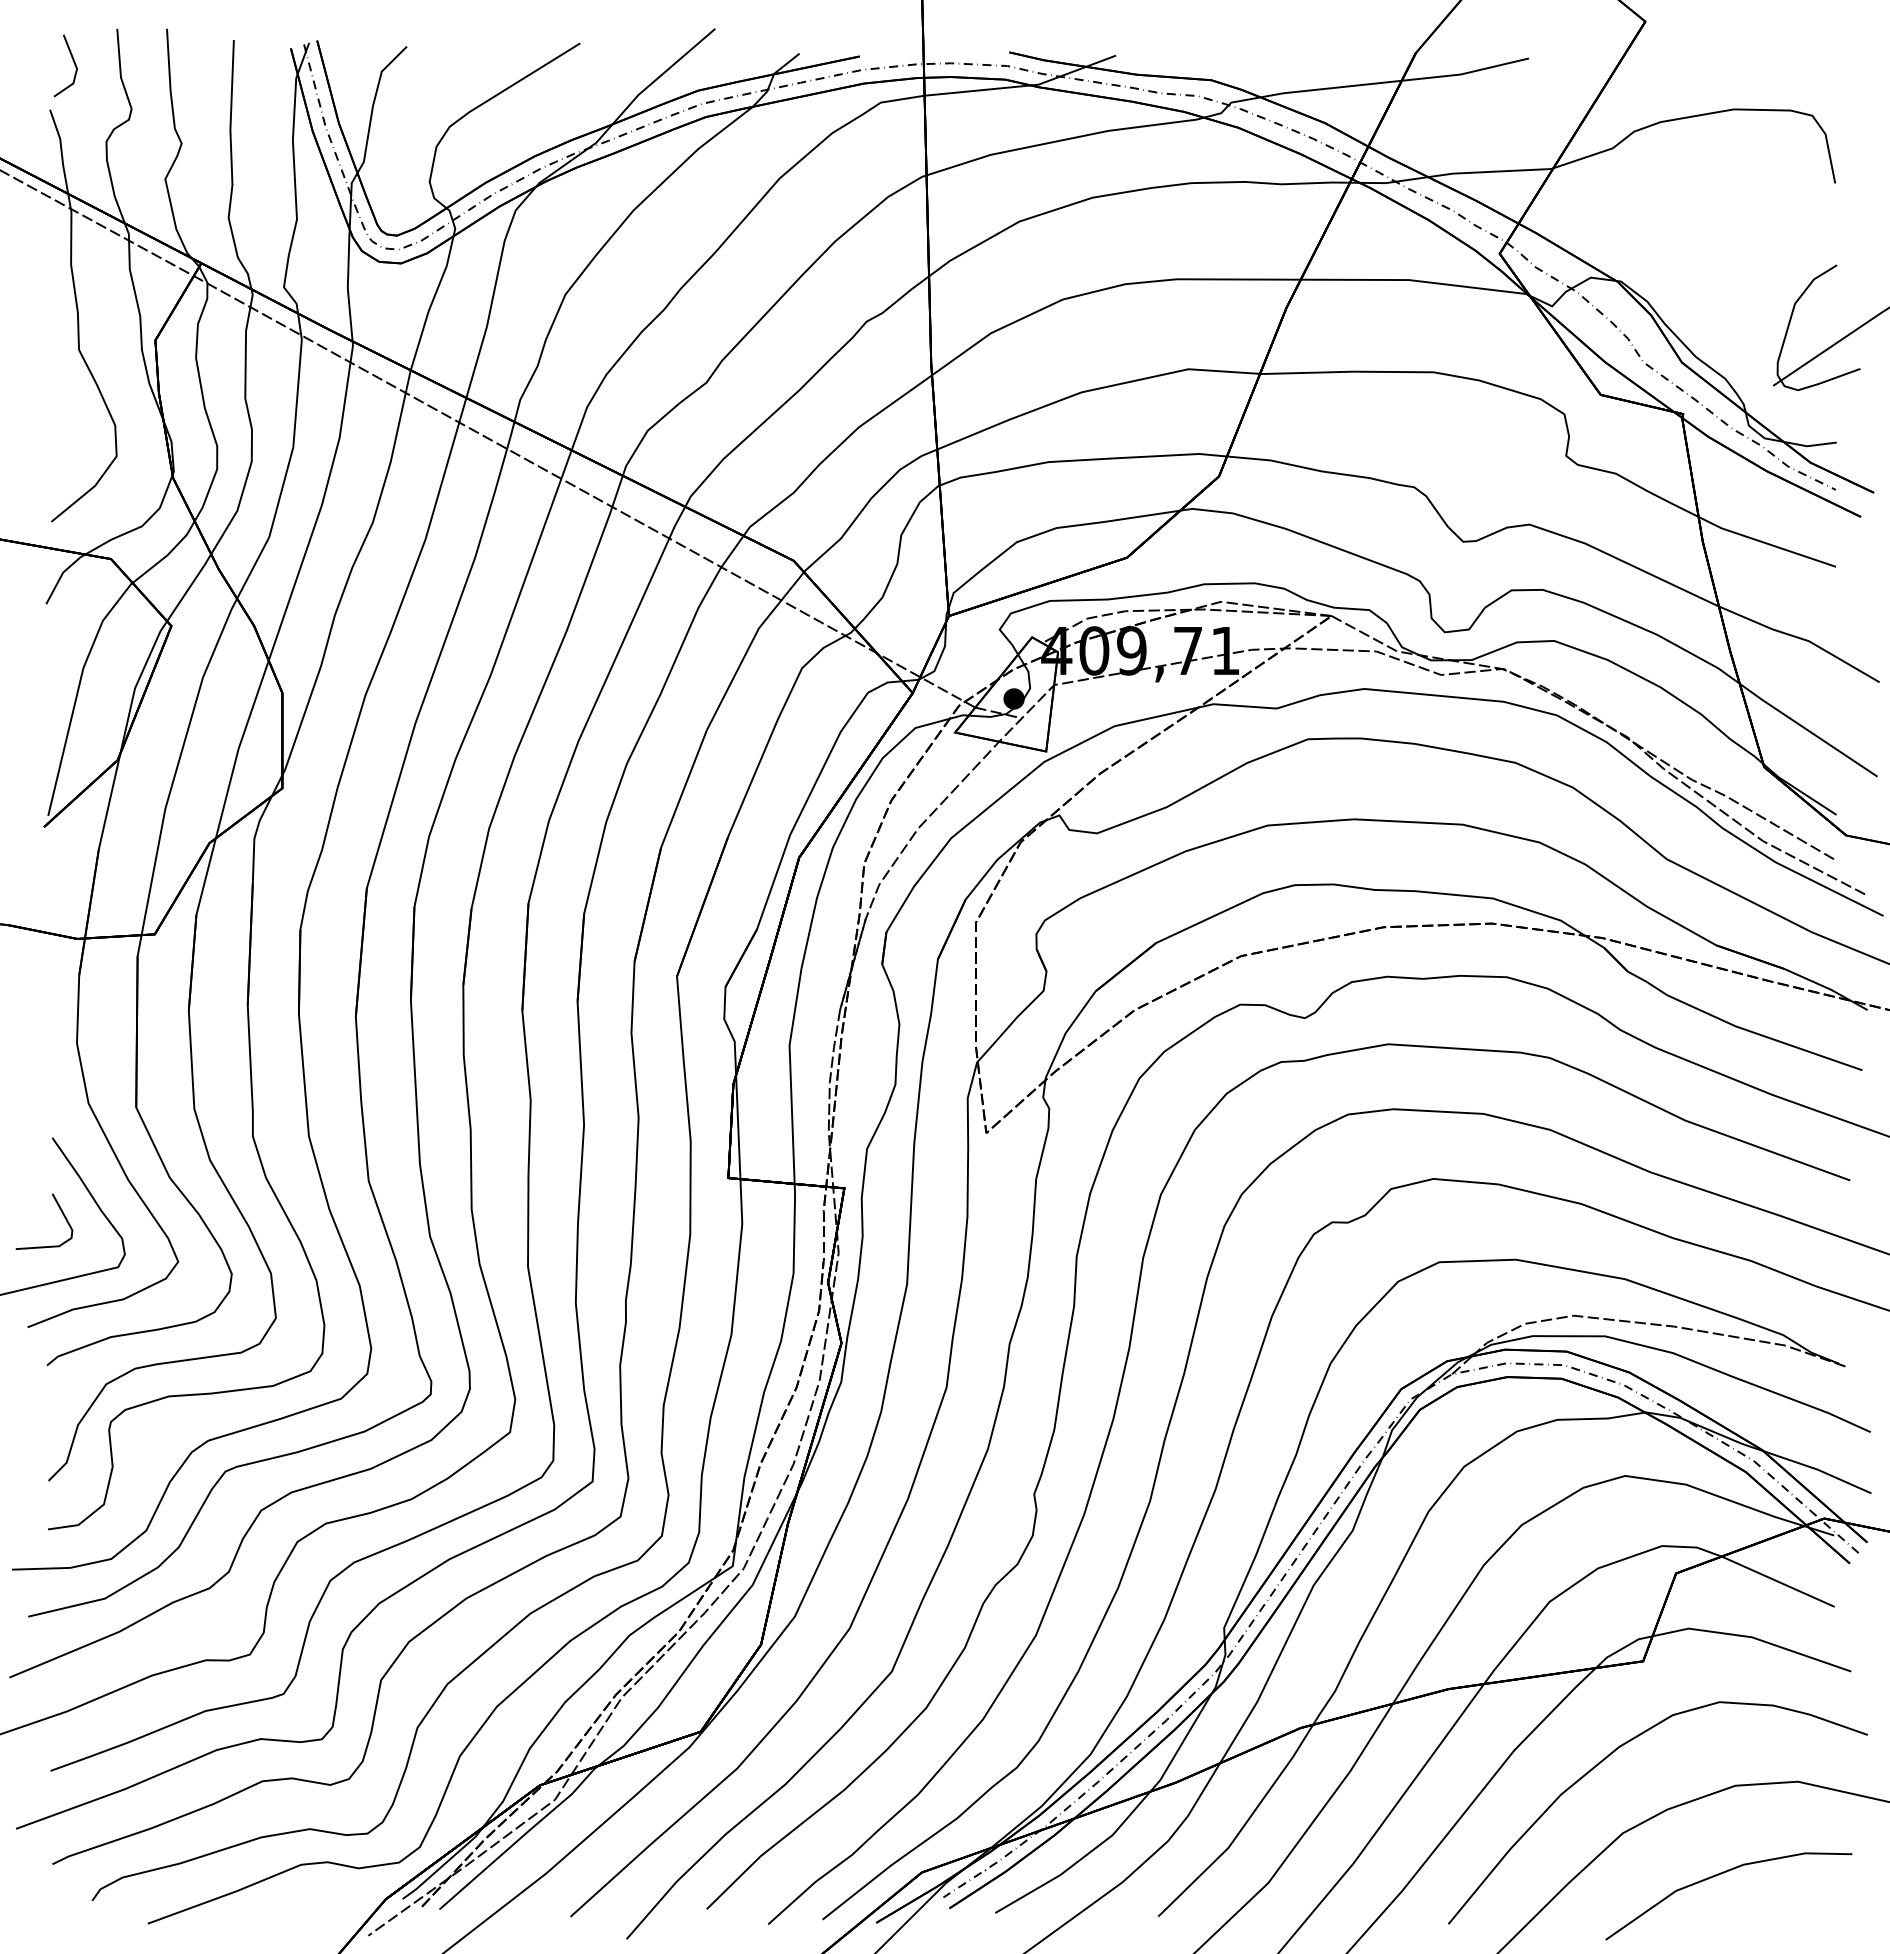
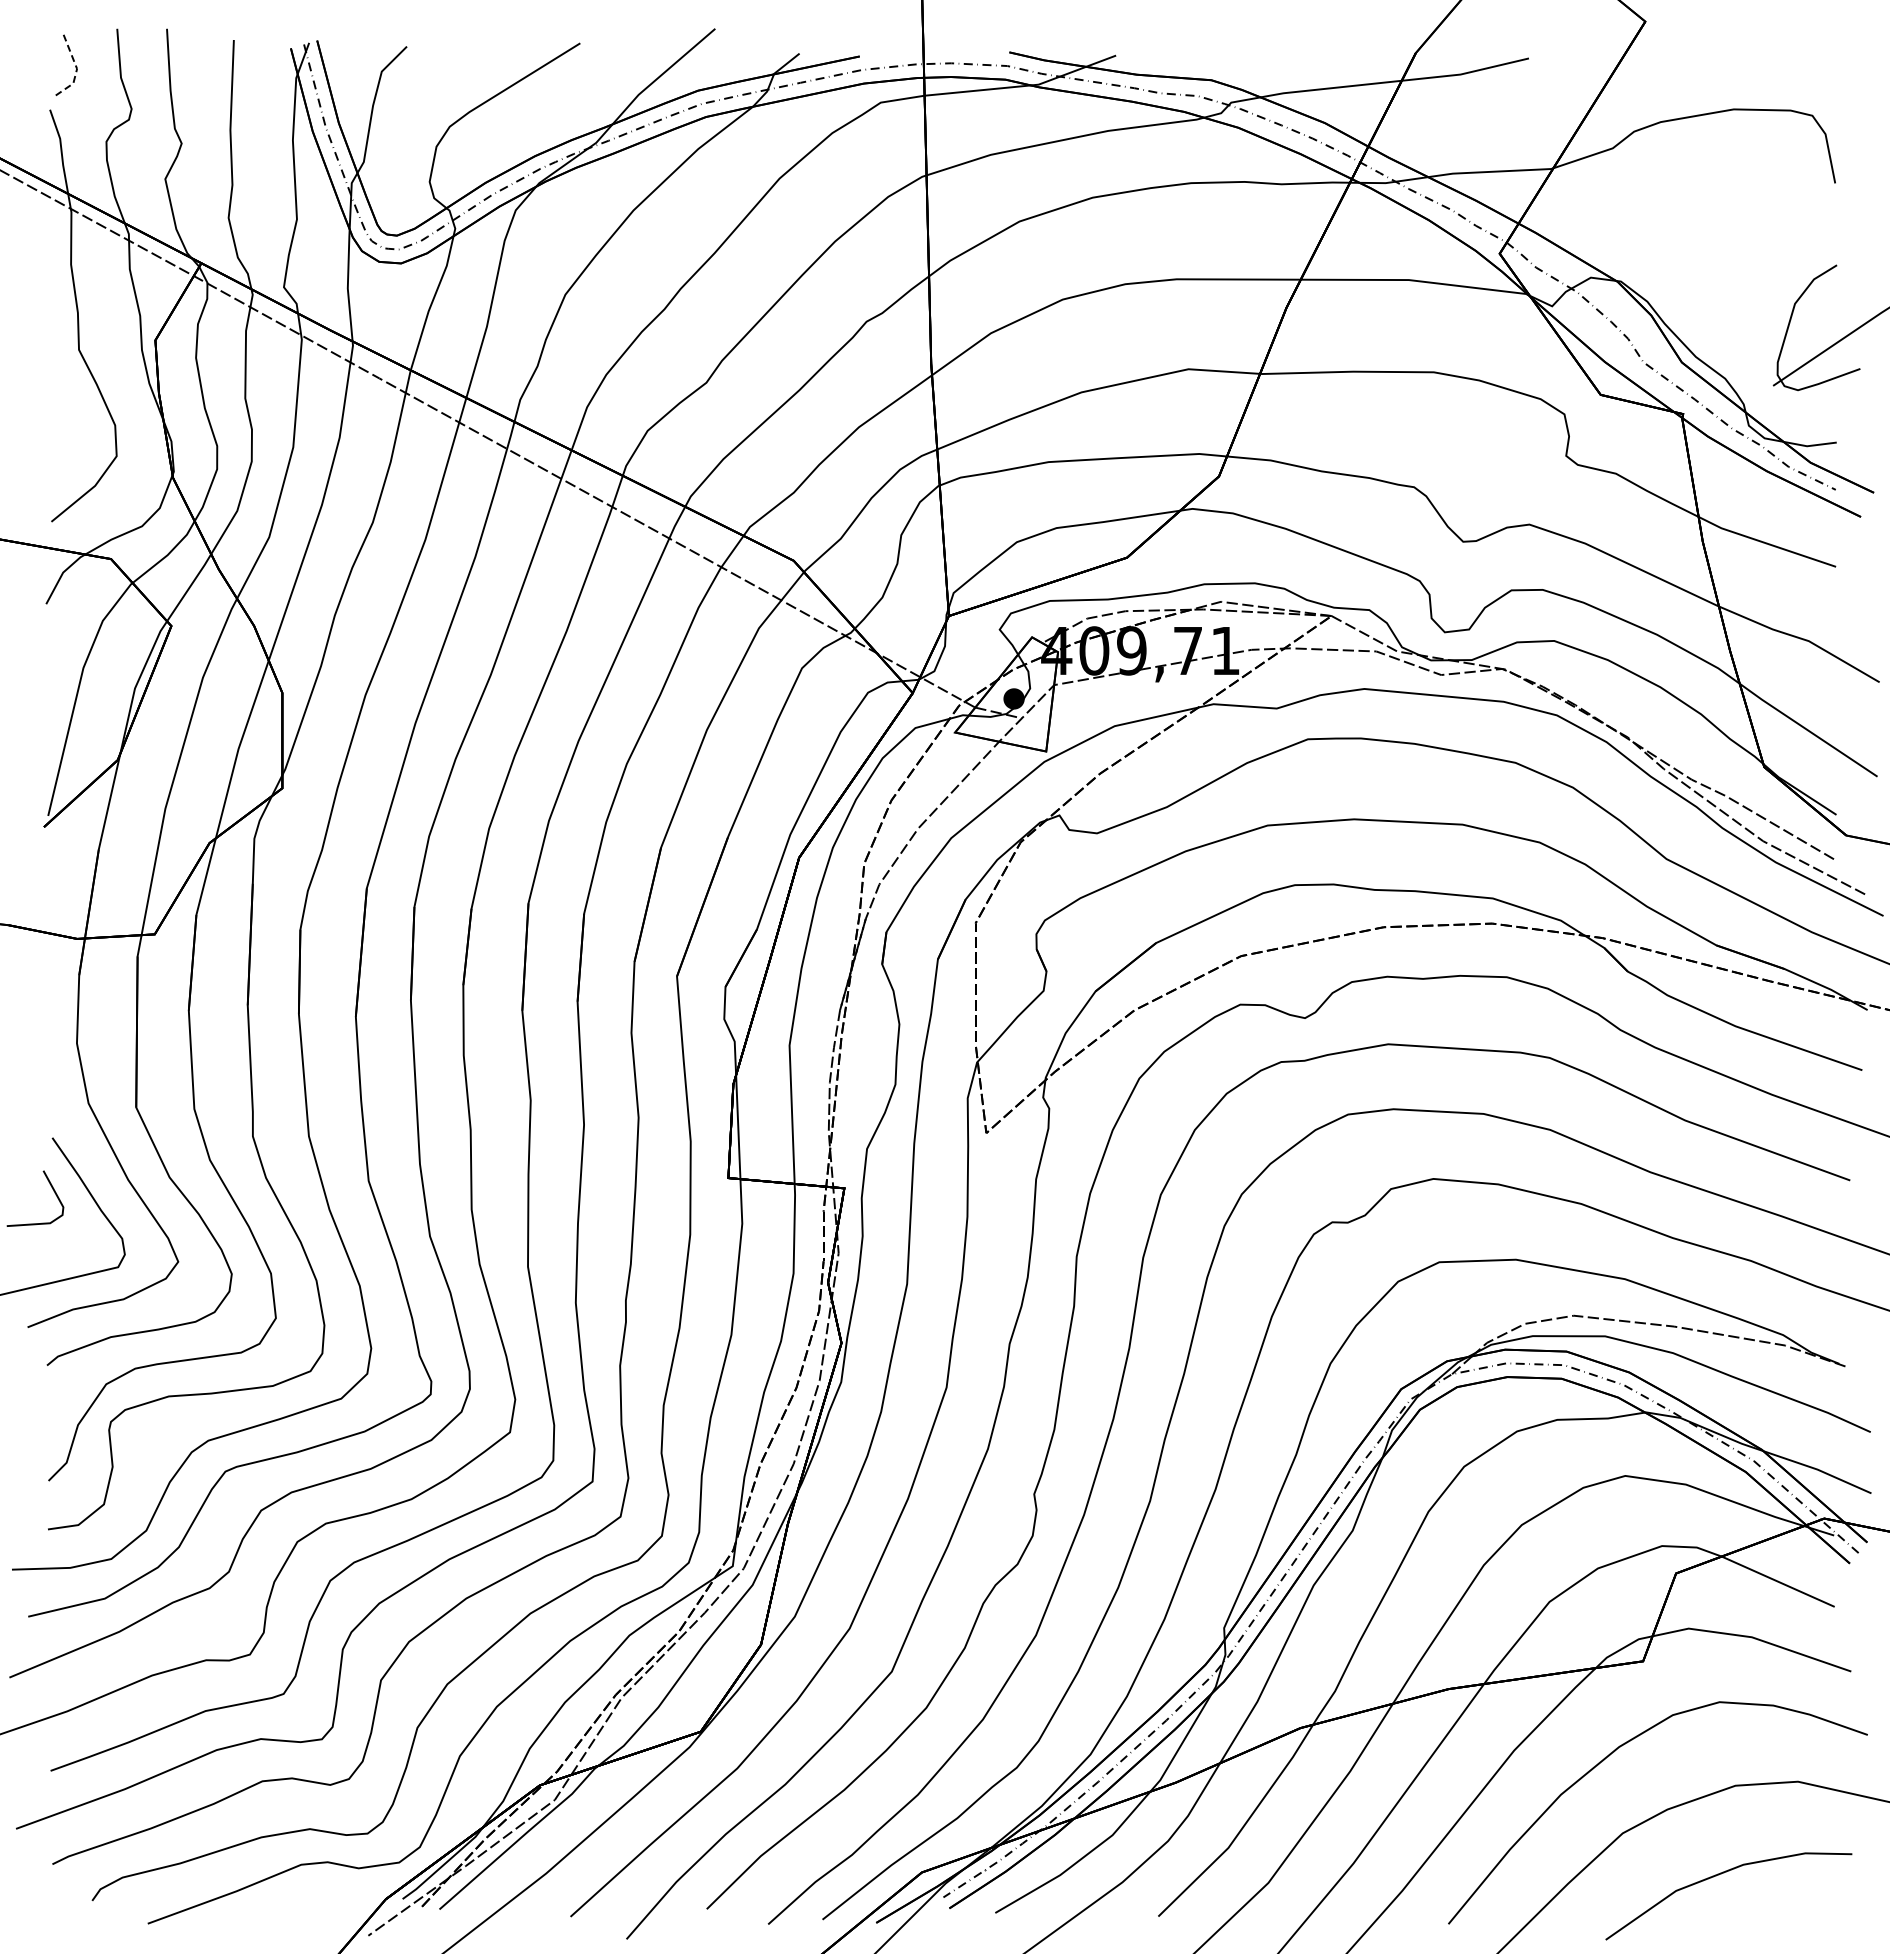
line at (76, 70): solid -> dashed
line at (61, 1212) position: (61, 1212) -> (52, 1189)
